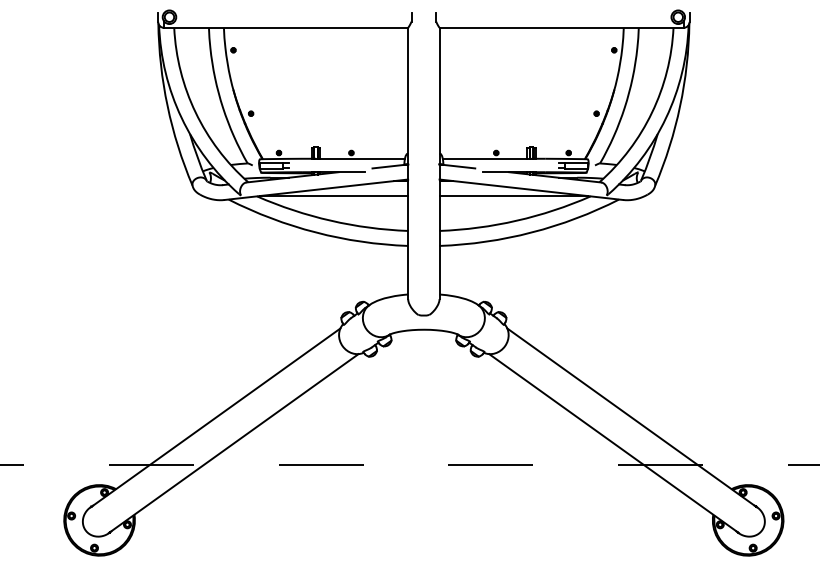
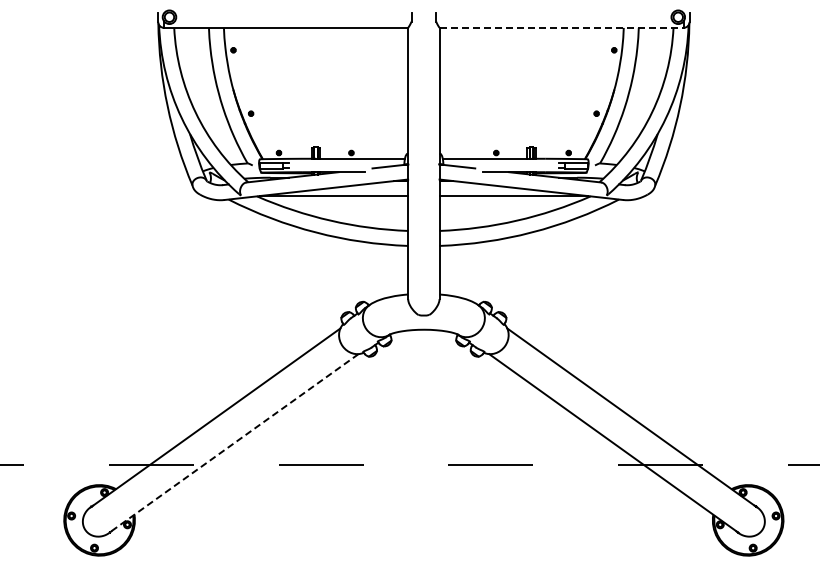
line at (561, 27): solid -> dashed
line at (233, 443): solid -> dashed
